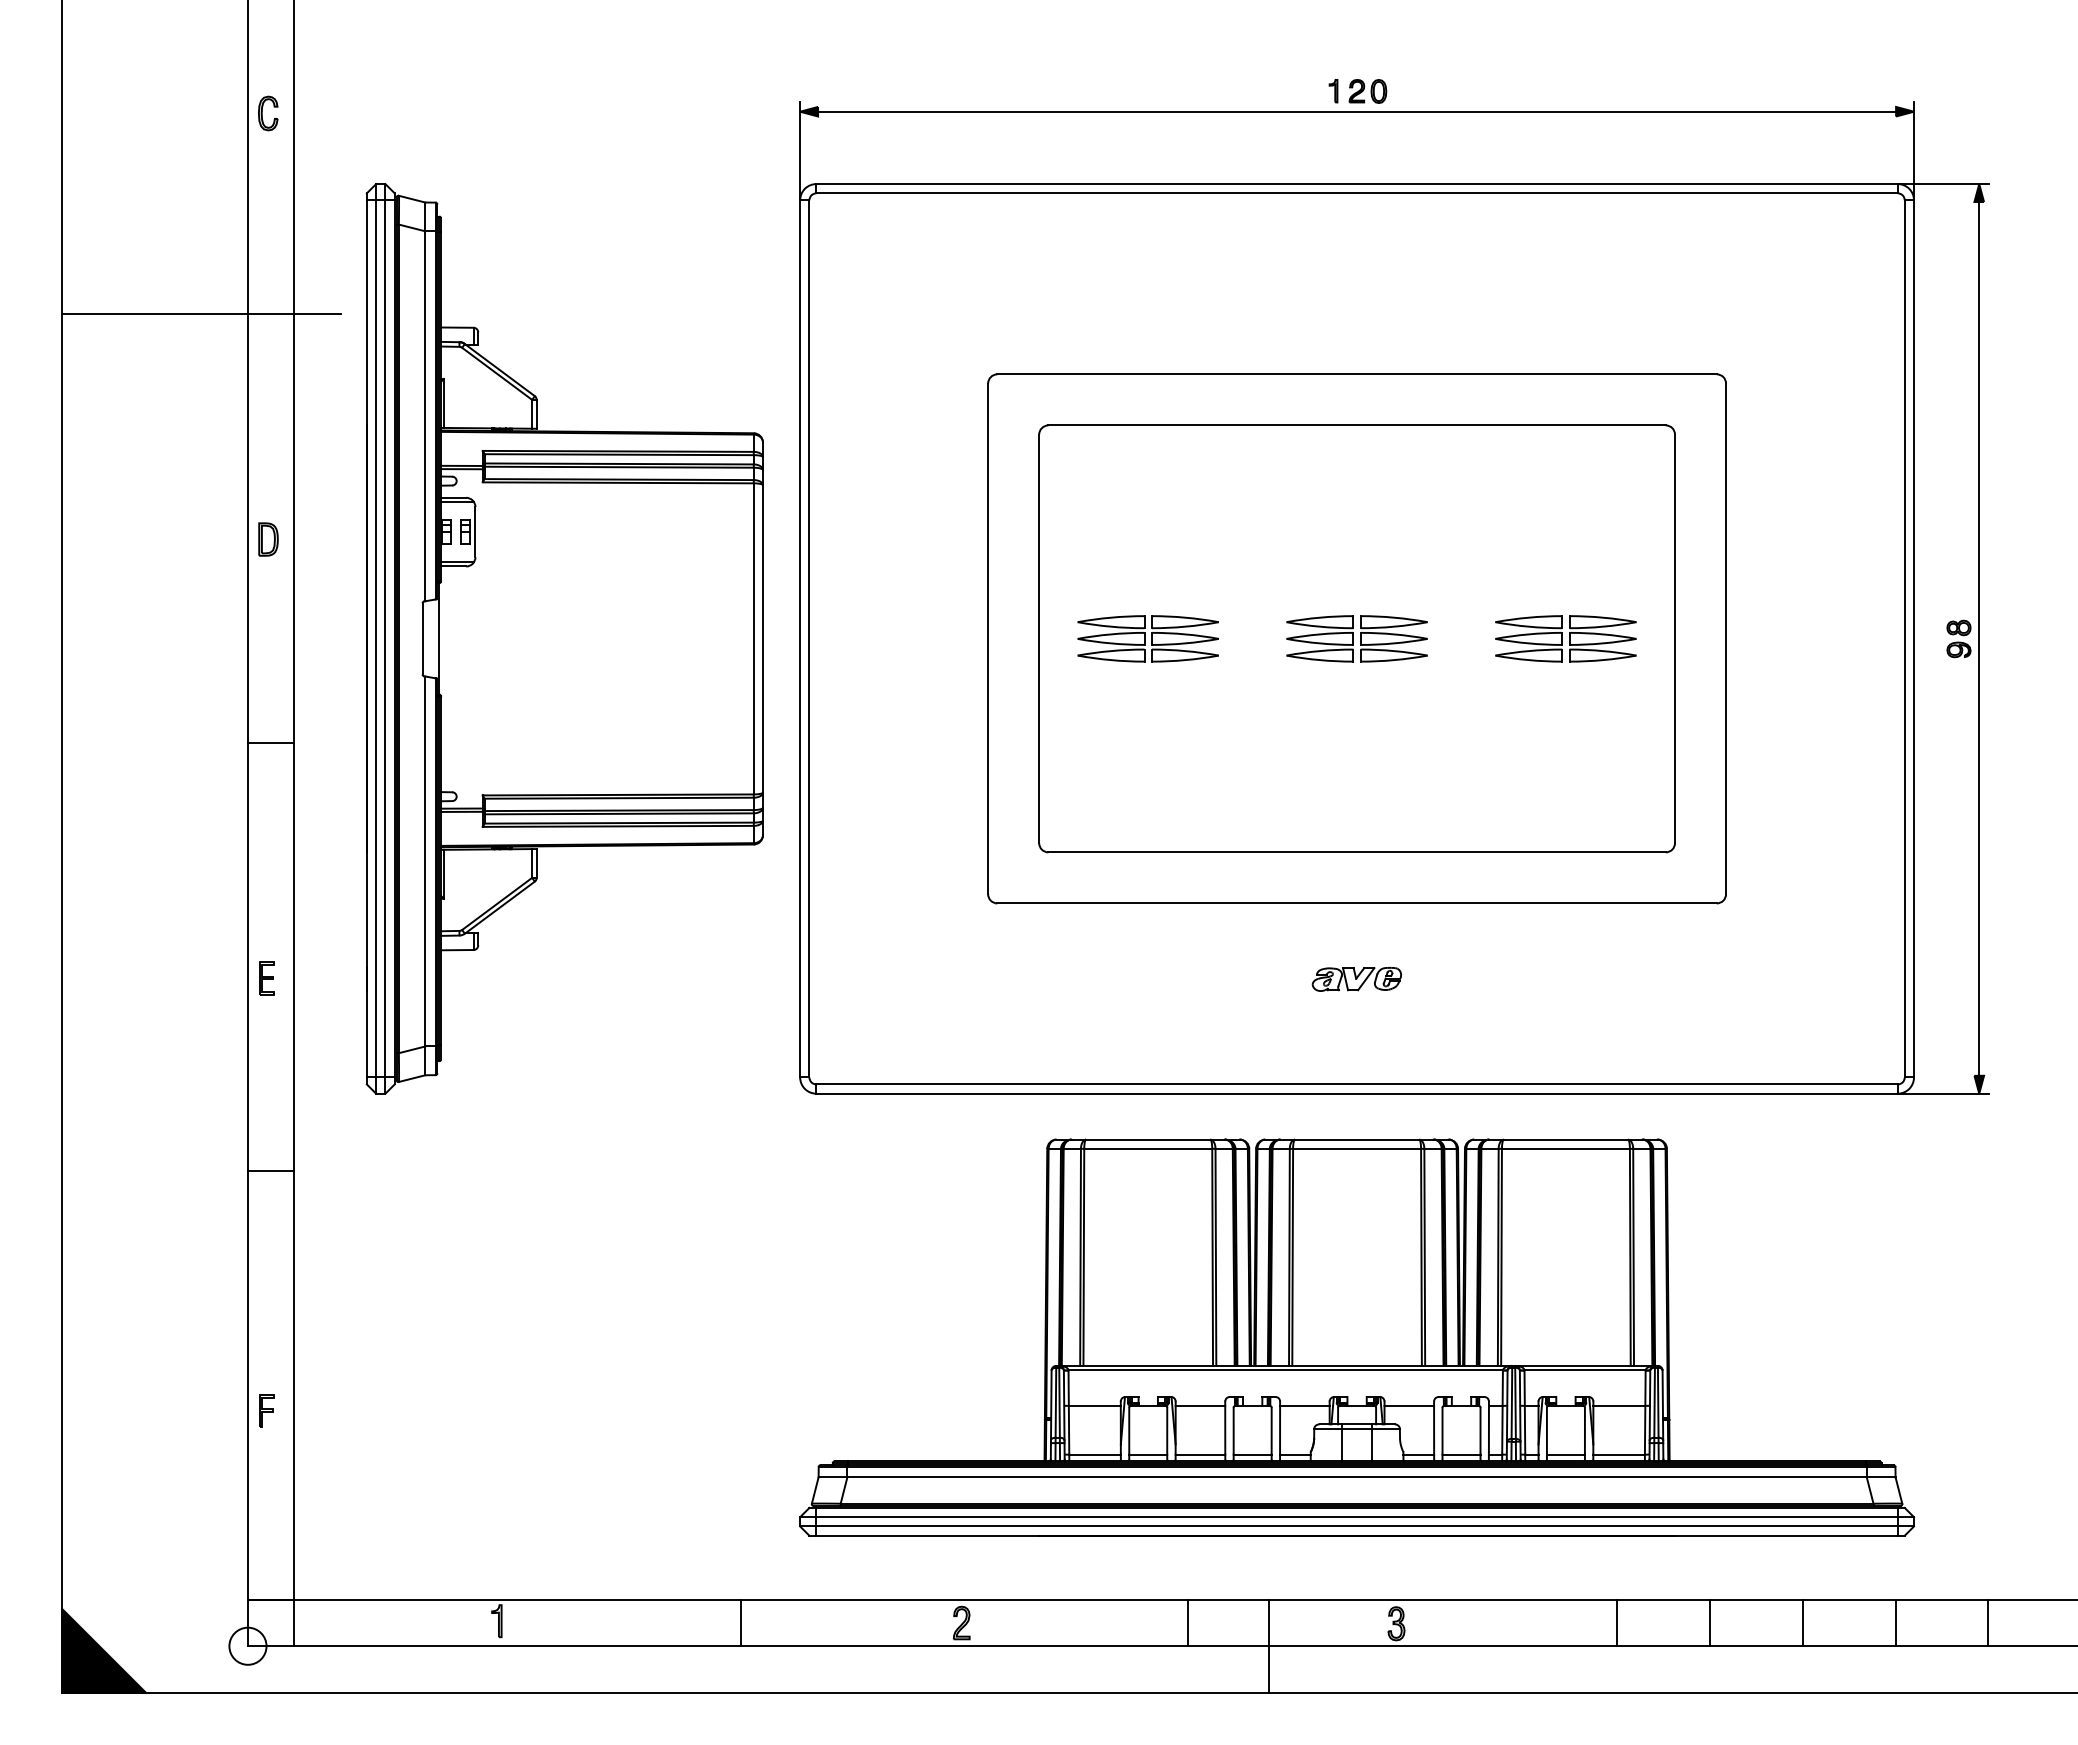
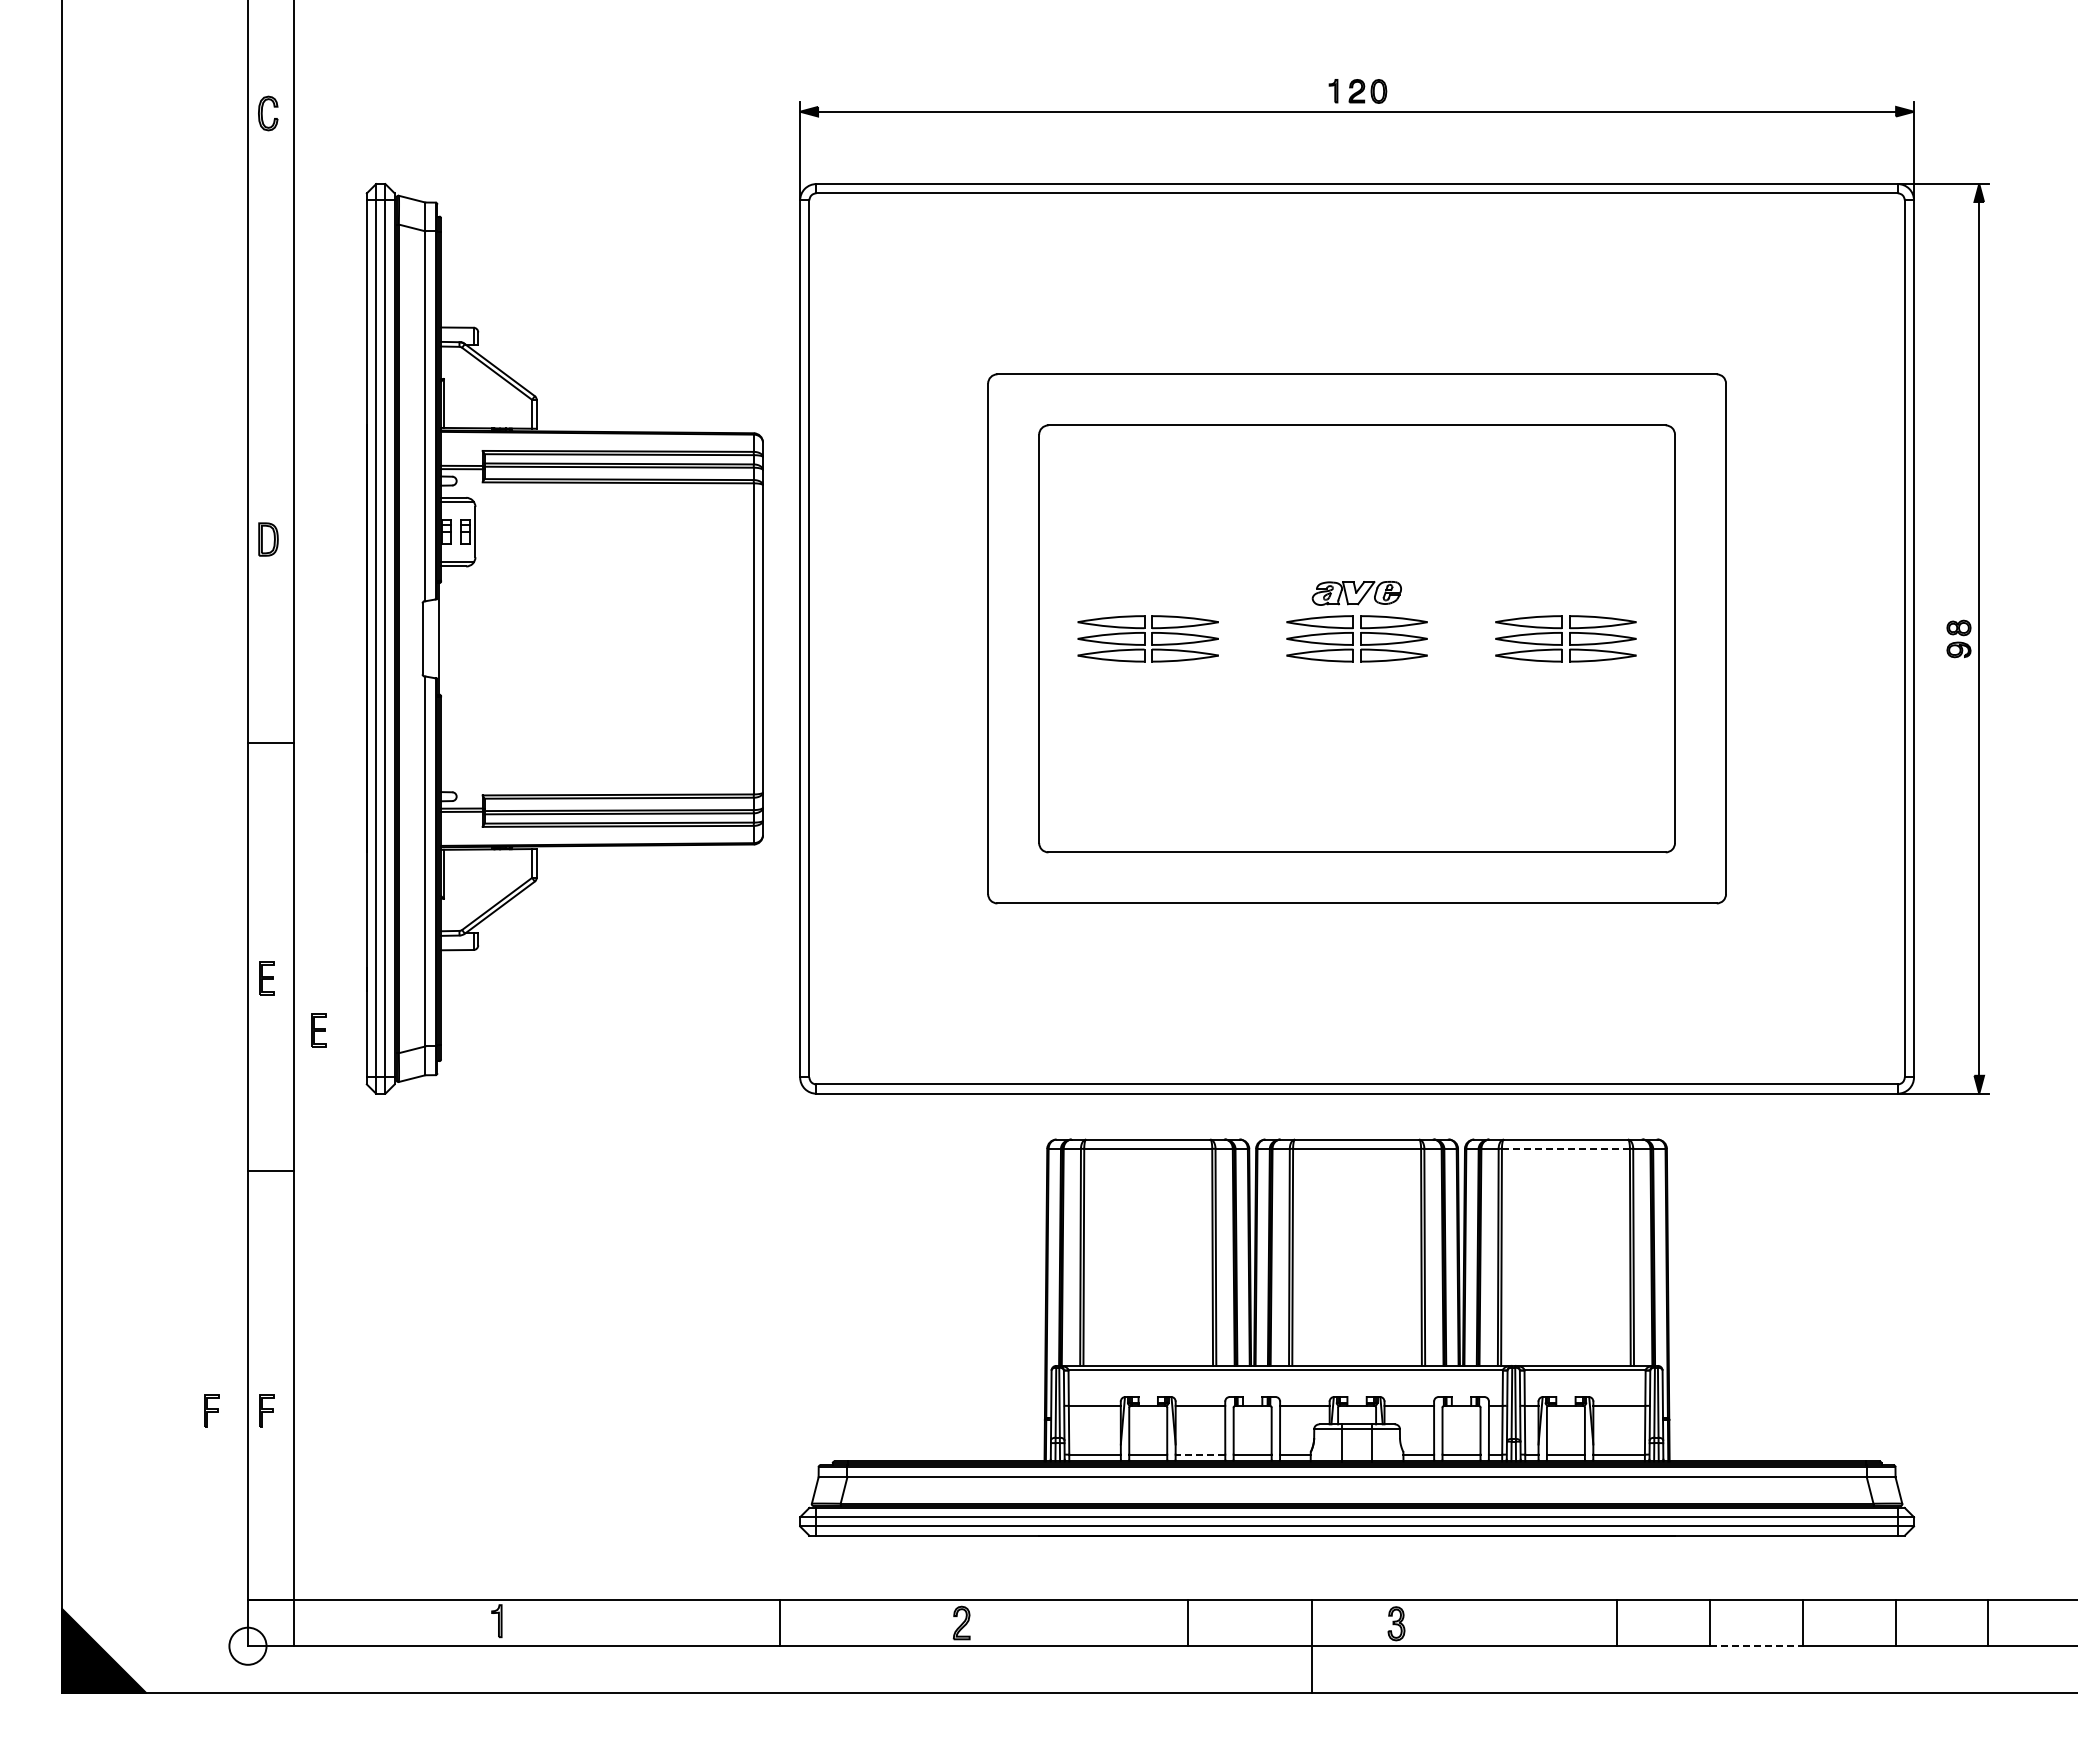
line at (201, 314): present -> none
part at (1356, 979) position: (1356, 979) -> (1356, 593)
part at (318, 1030): none -> present
line at (1565, 1148): solid -> dashed
part at (211, 1410): none -> present
line at (1200, 1454): solid -> dashed
line at (741, 1622) position: (741, 1622) -> (780, 1622)
line at (1269, 1645) position: (1269, 1645) -> (1312, 1645)
line at (1756, 1646): solid -> dashed
